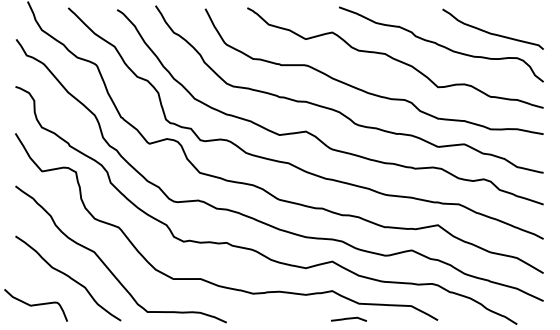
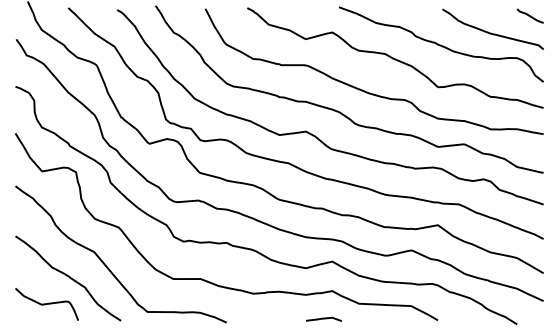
line at (529, 15): none -> present
curve at (35, 305) position: (35, 305) -> (46, 304)
line at (348, 318) position: (348, 318) -> (323, 318)
